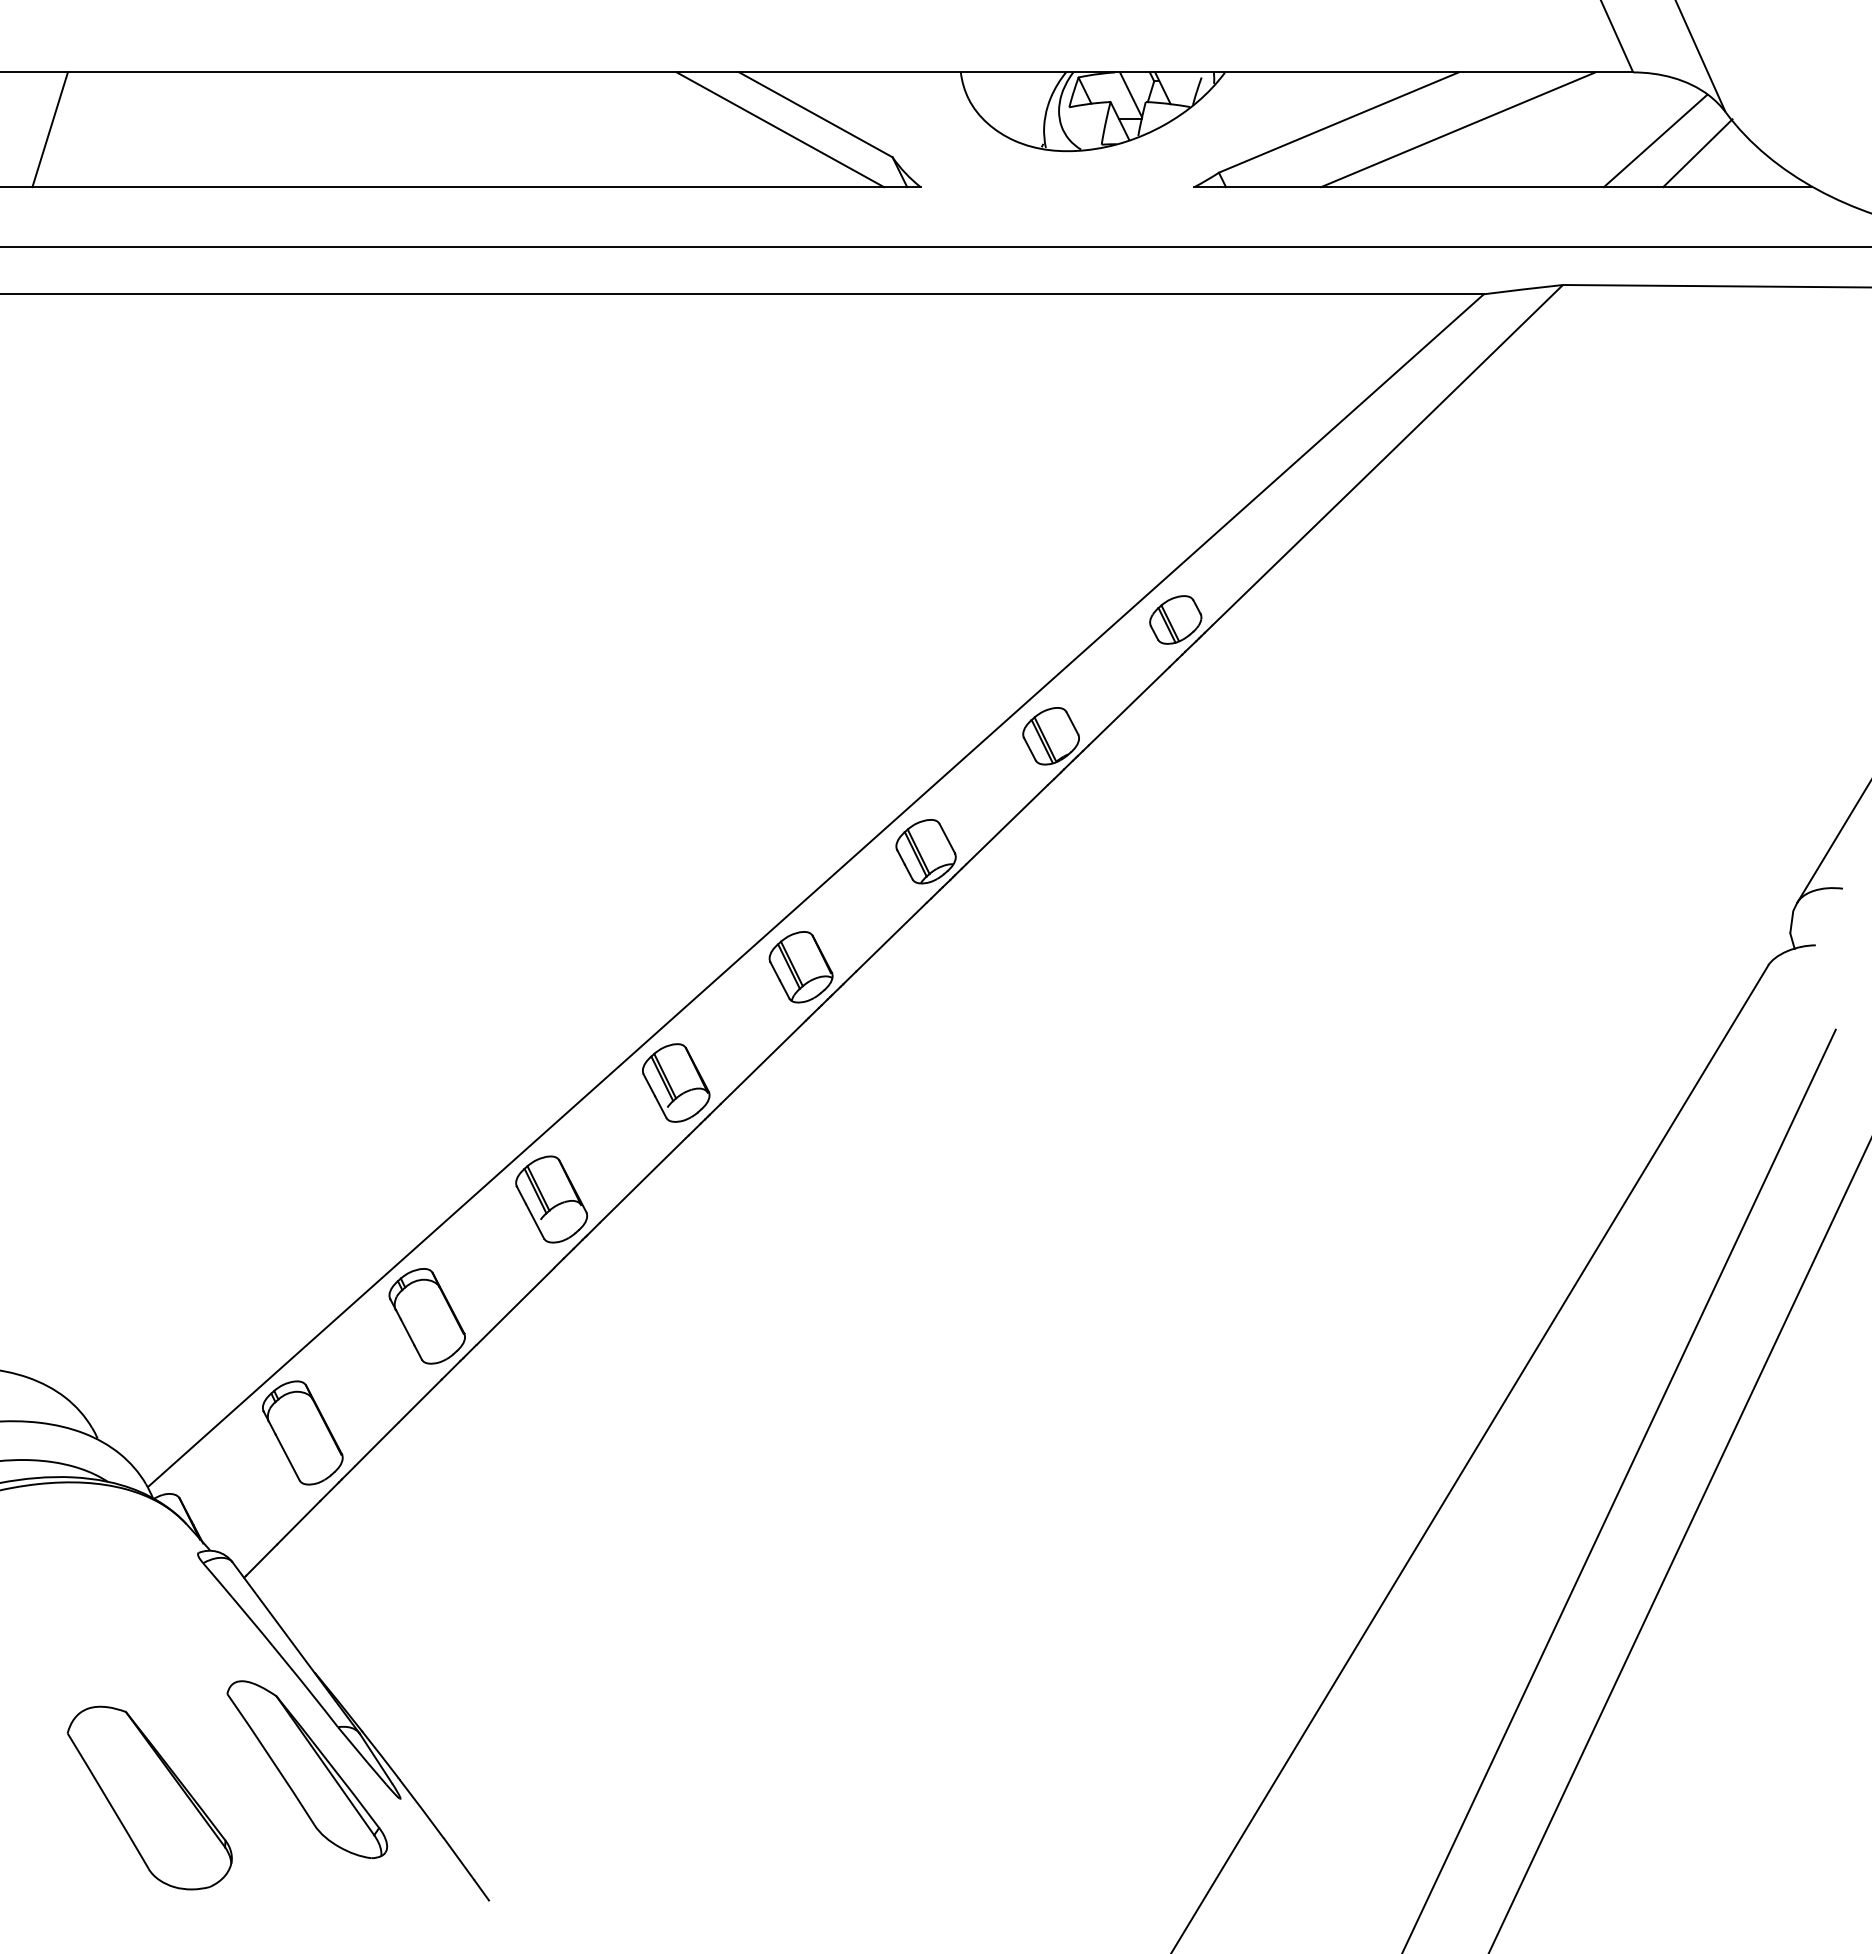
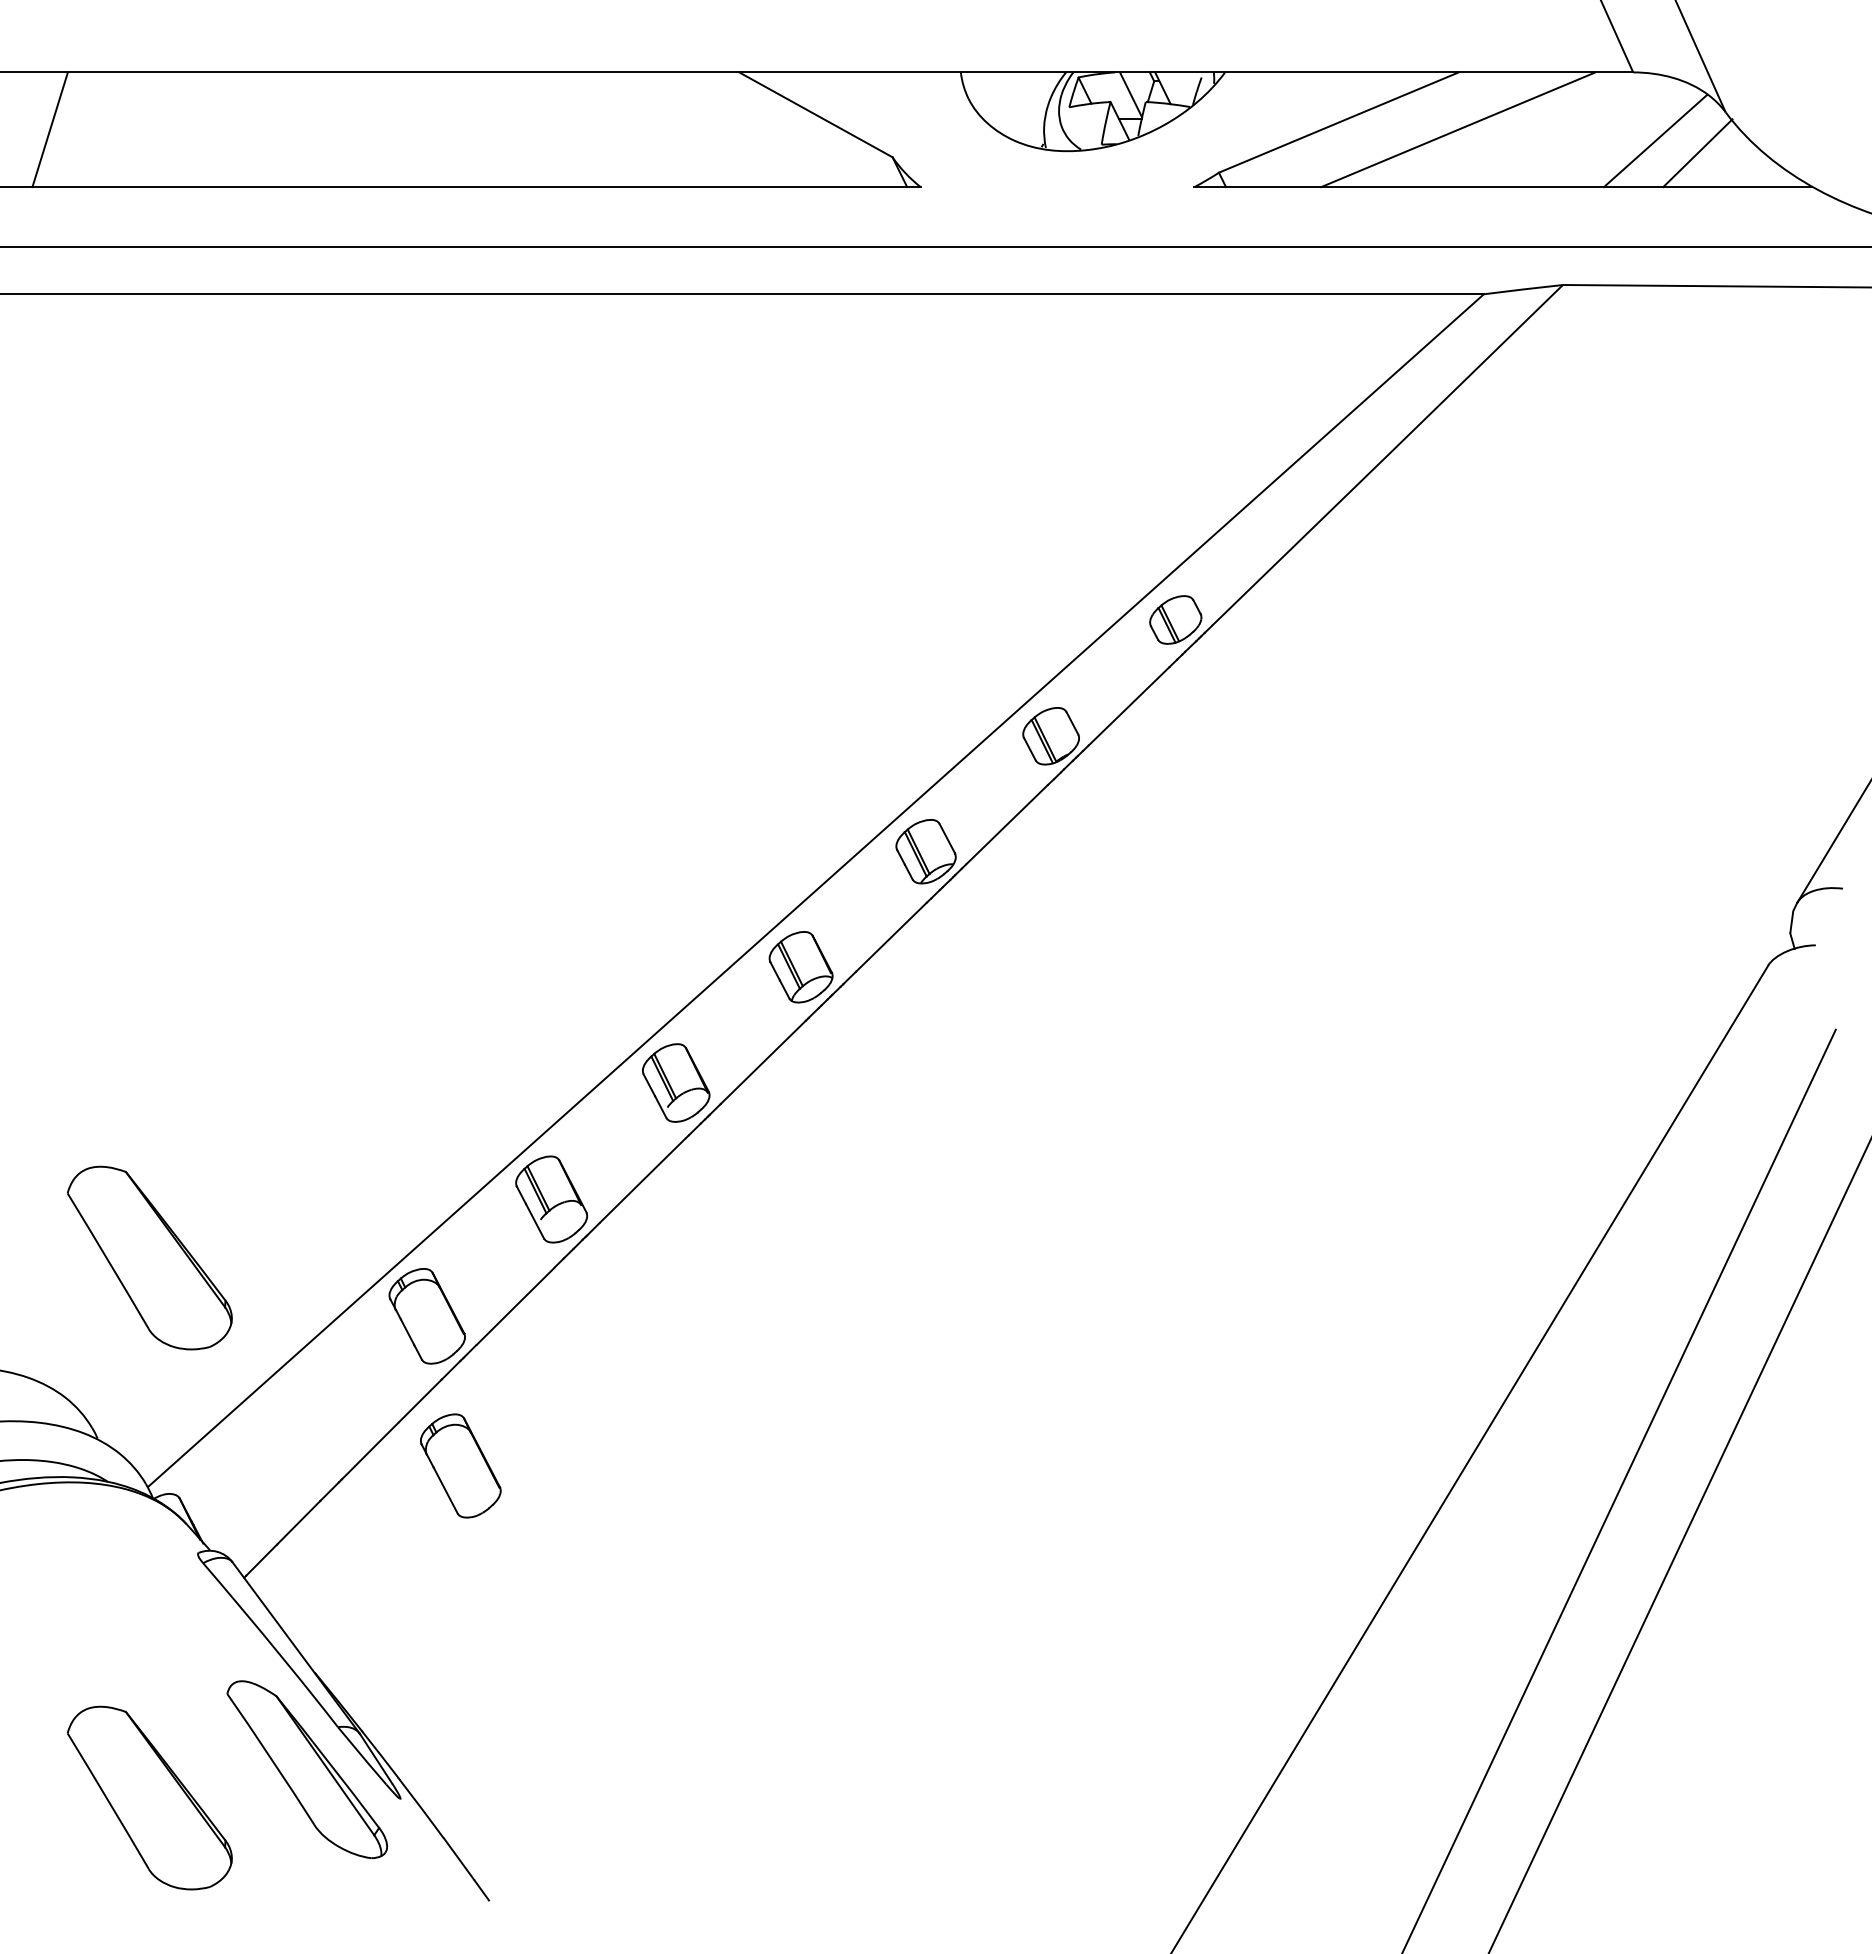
line at (780, 129): present -> none
part at (149, 1257): none -> present
part at (302, 1432) position: (302, 1432) -> (460, 1465)
